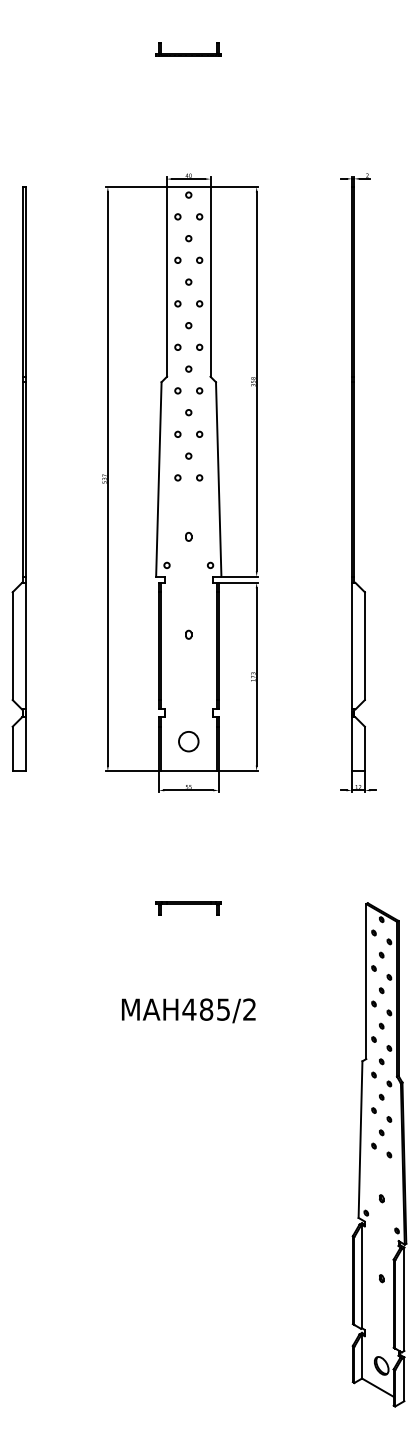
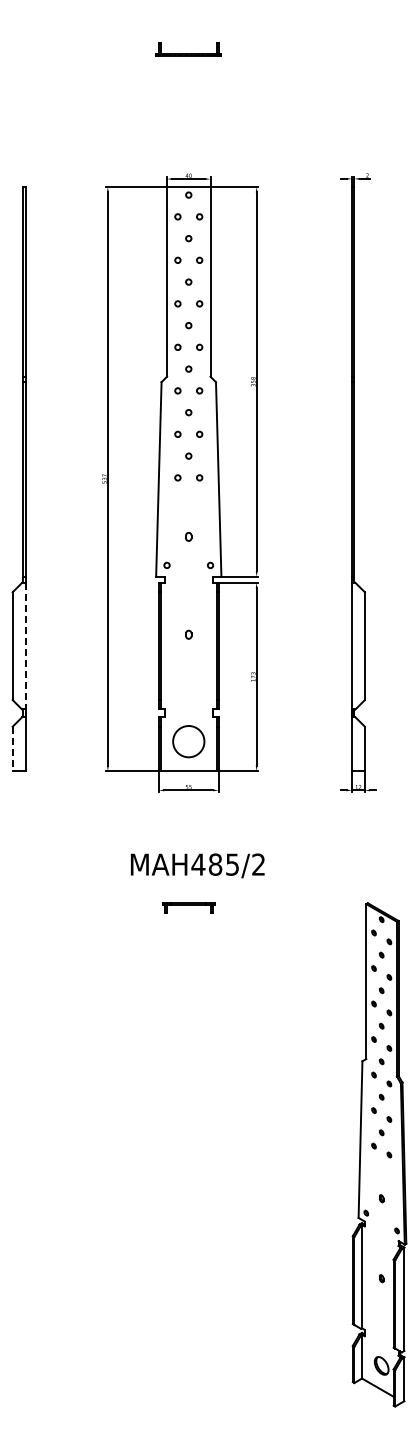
line at (25, 646): solid -> dashed
circle at (188, 741) diameter: 20 px -> 31 px
line at (12, 749): solid -> dashed
part at (188, 908) size: 67x15 px -> 54x12 px
text at (188, 1010) position: (188, 1010) -> (197, 865)
